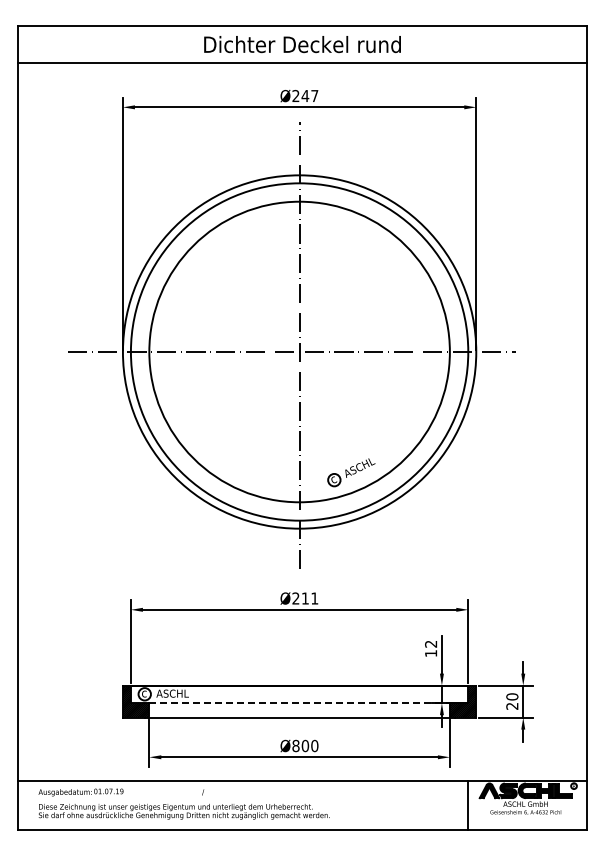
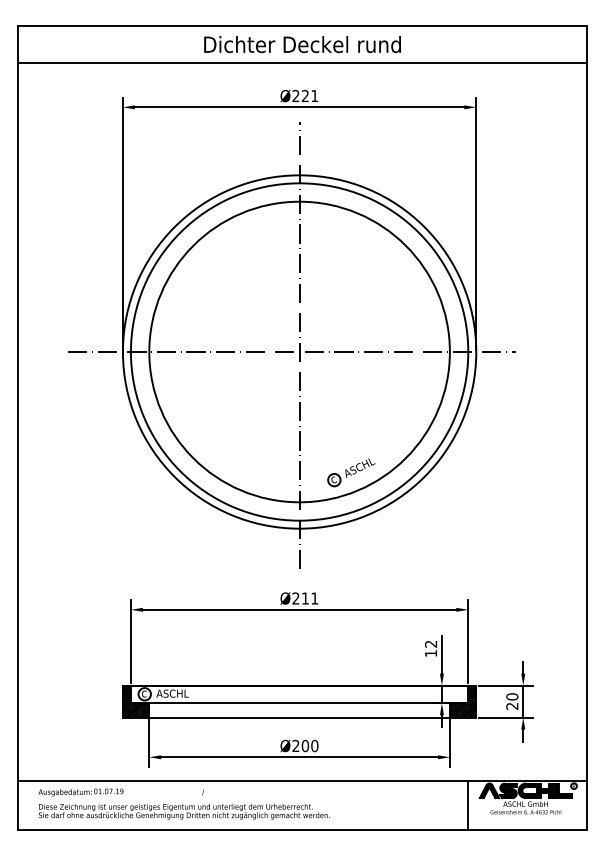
text at (309, 95): Ø247 -> Ø221
line at (300, 703): dashed -> solid
text at (295, 746): Ø800 -> Ø200
